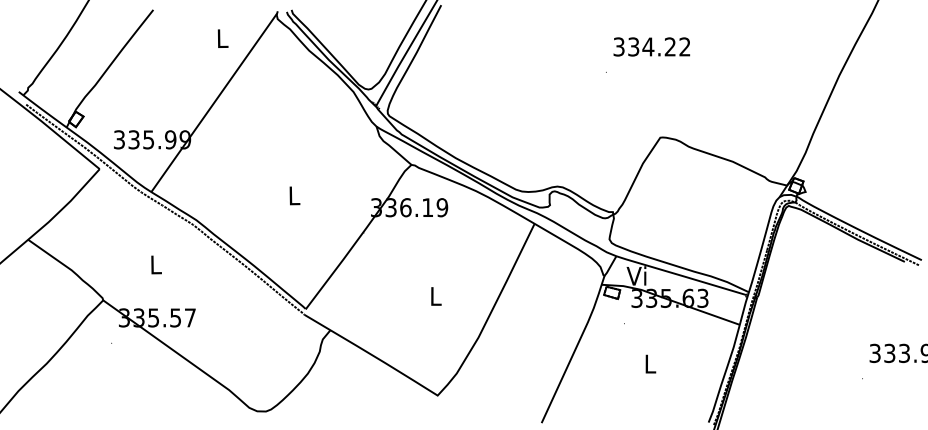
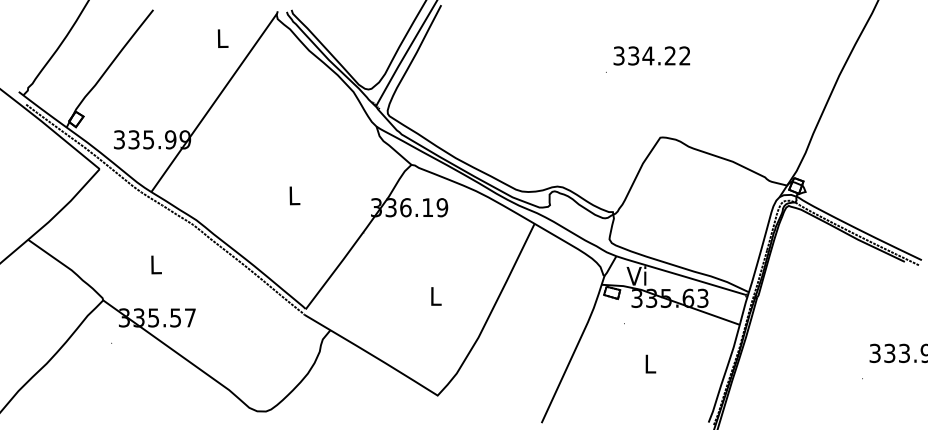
text at (651, 46) position: (651, 46) -> (651, 55)
